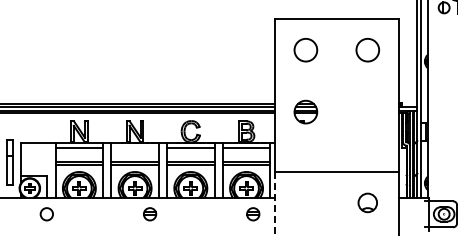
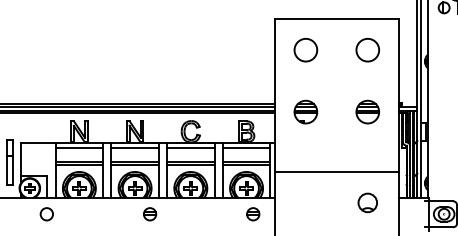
part at (367, 111): none -> present
line at (134, 147): none -> present
line at (274, 203): dashed -> solid
